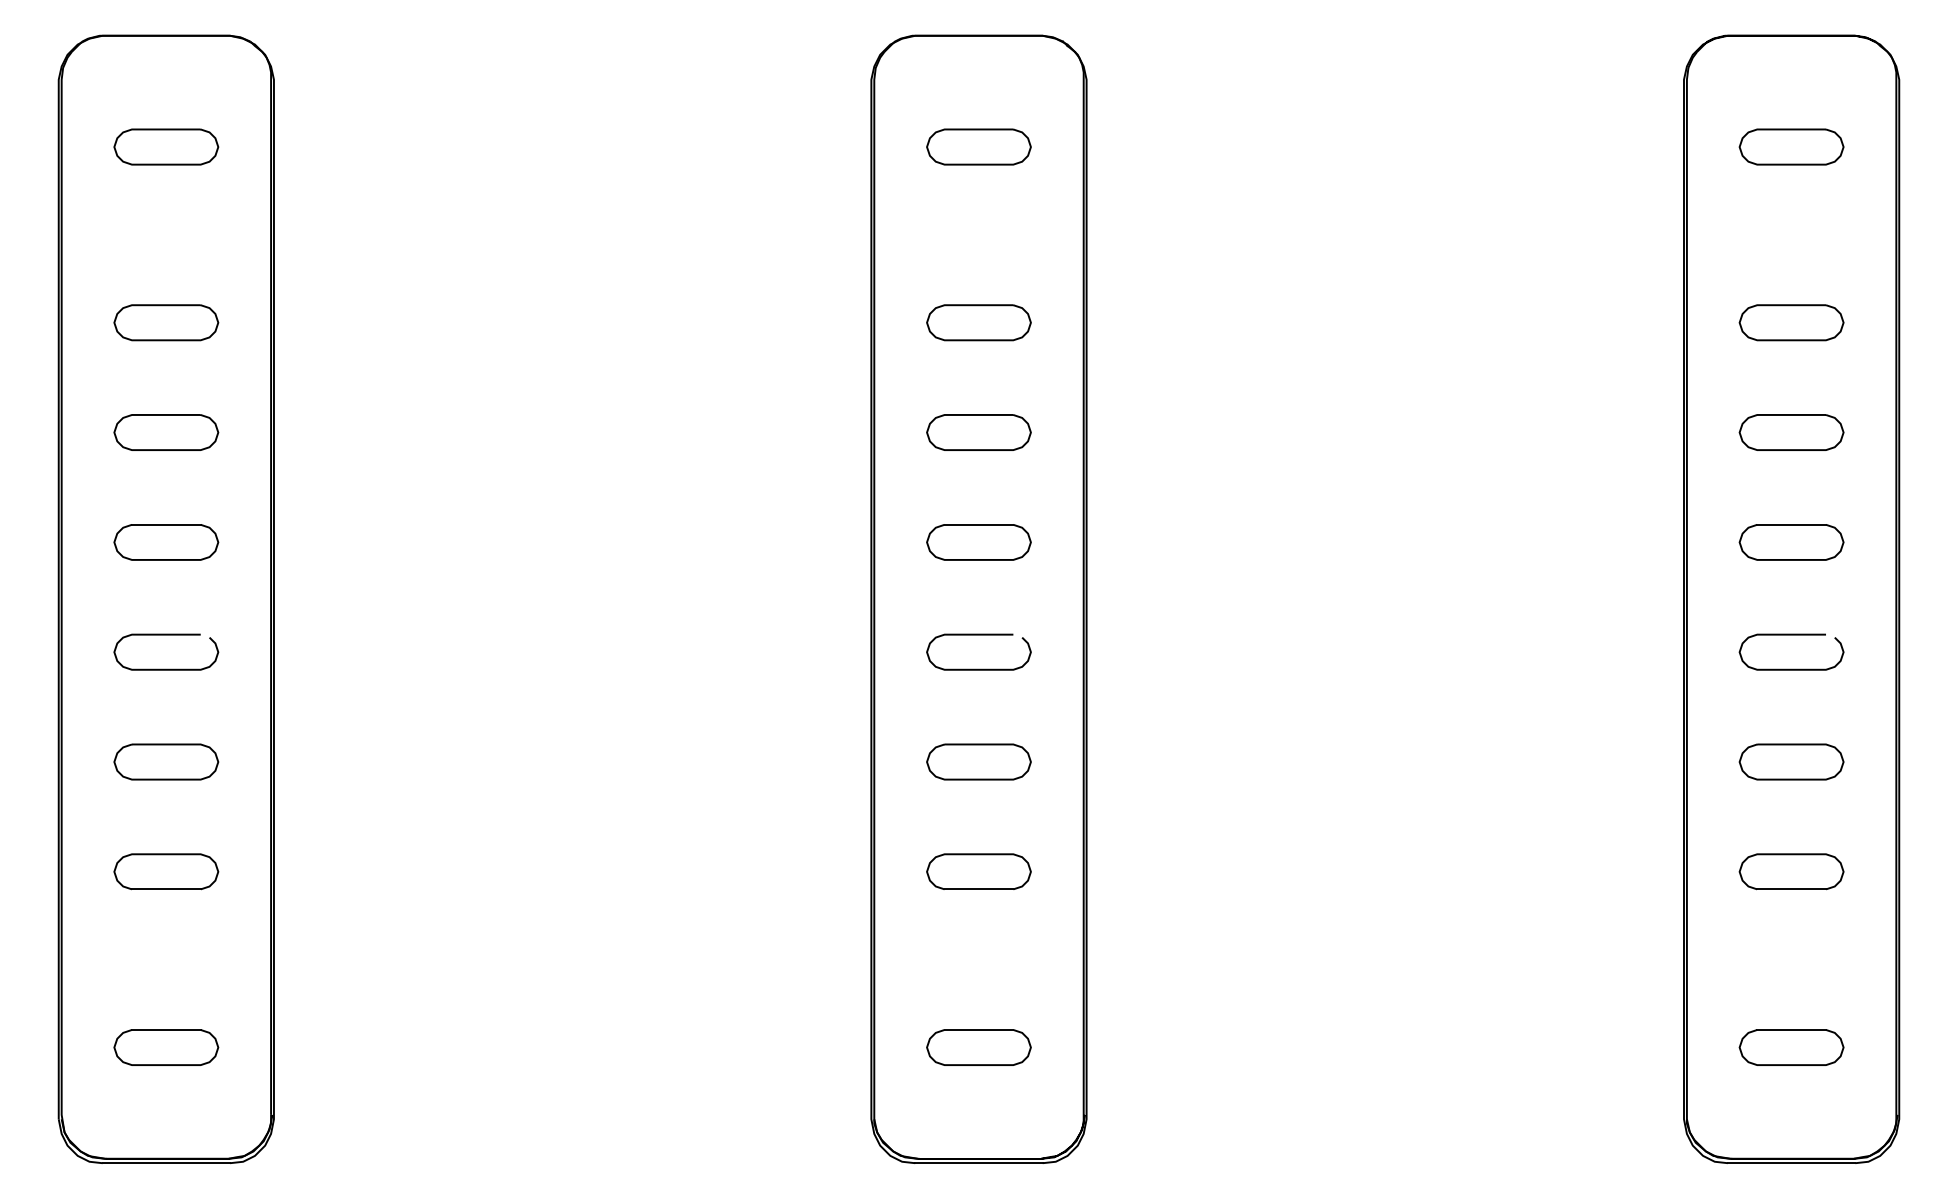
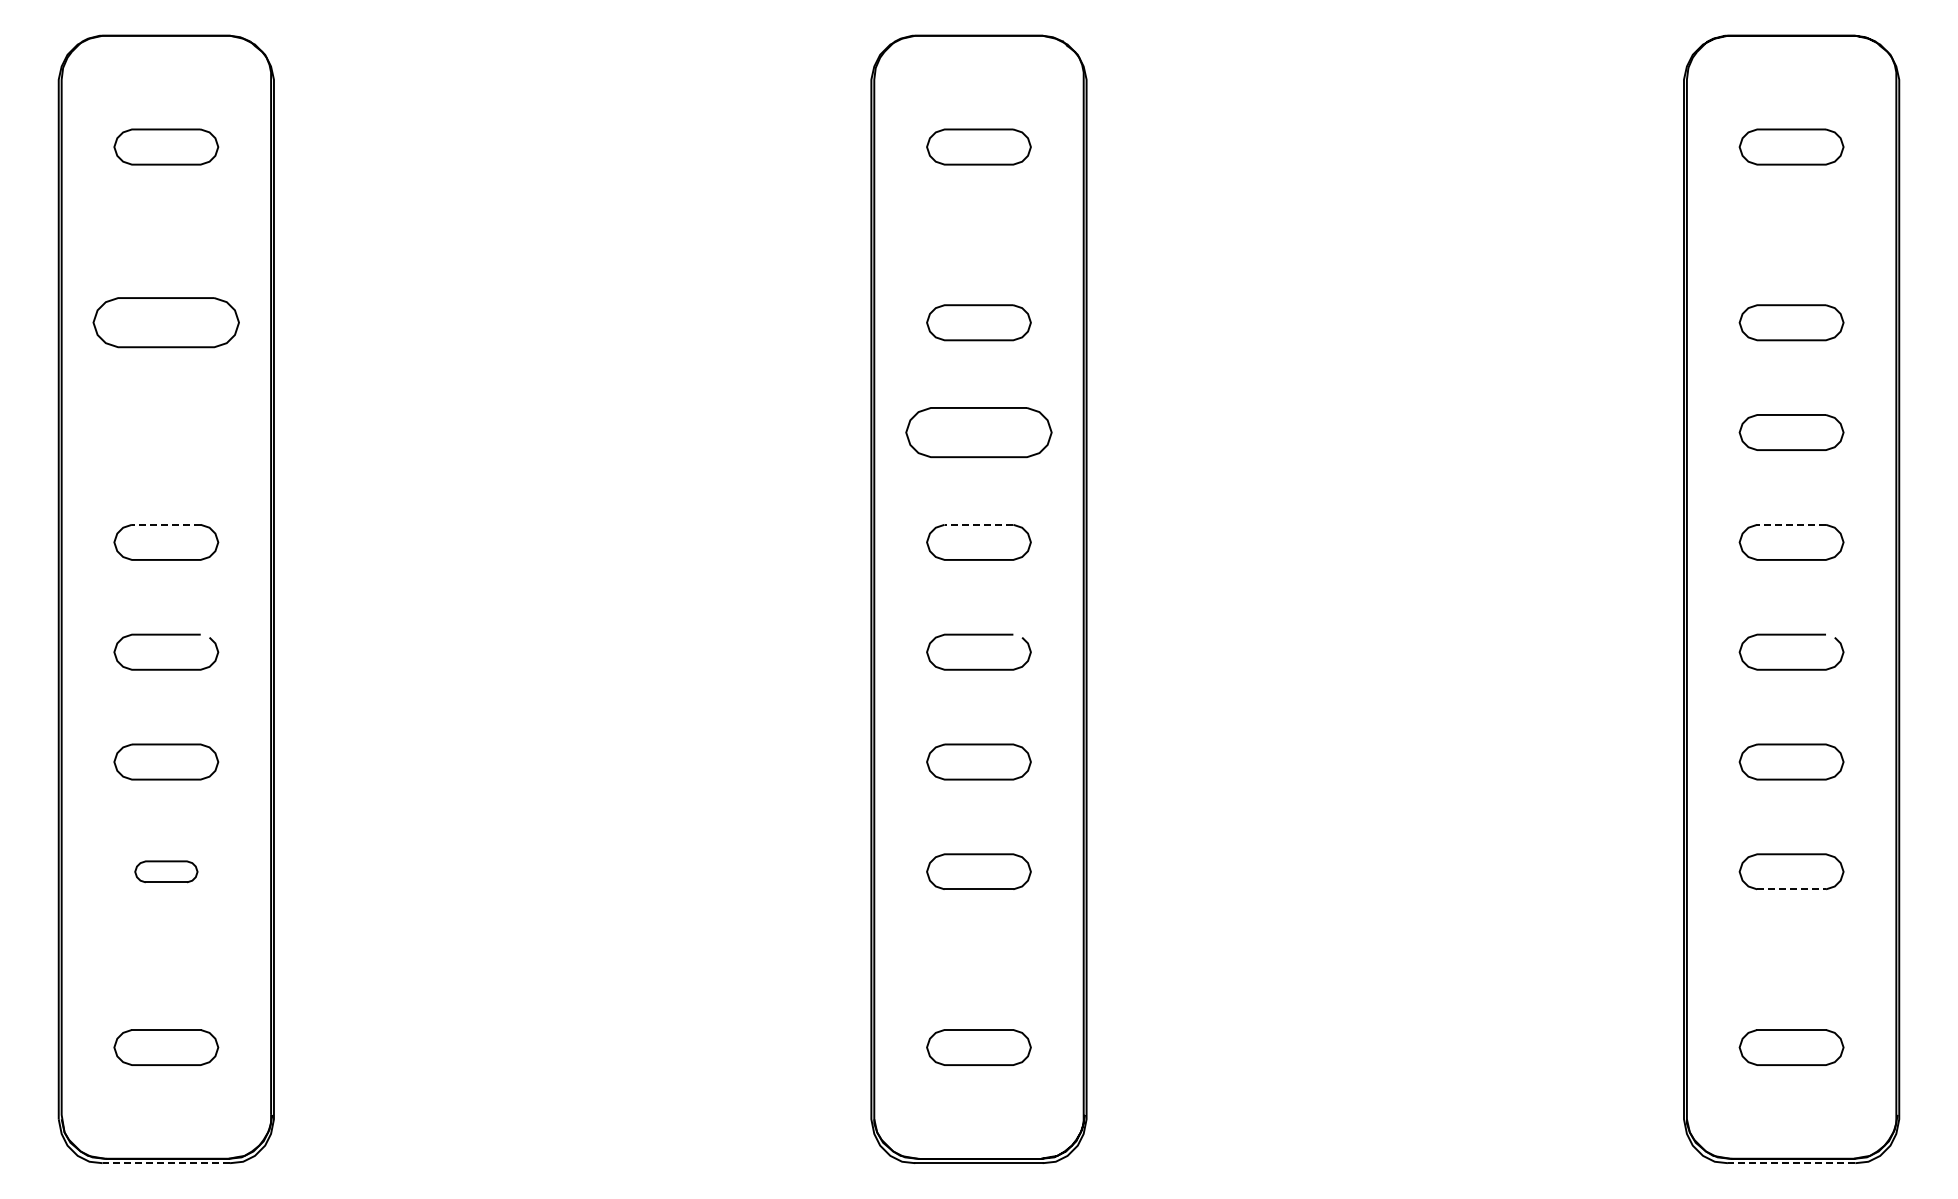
part at (166, 322) size: 107x38 px -> 148x52 px
part at (166, 432): present -> none
part at (978, 432) size: 106x37 px -> 148x52 px
line at (165, 524): solid -> dashed
line at (978, 524): solid -> dashed
line at (1791, 524): solid -> dashed
part at (166, 871) size: 107x38 px -> 65x24 px
line at (1792, 889): solid -> dashed
line at (166, 1163): solid -> dashed
line at (1791, 1163): solid -> dashed
